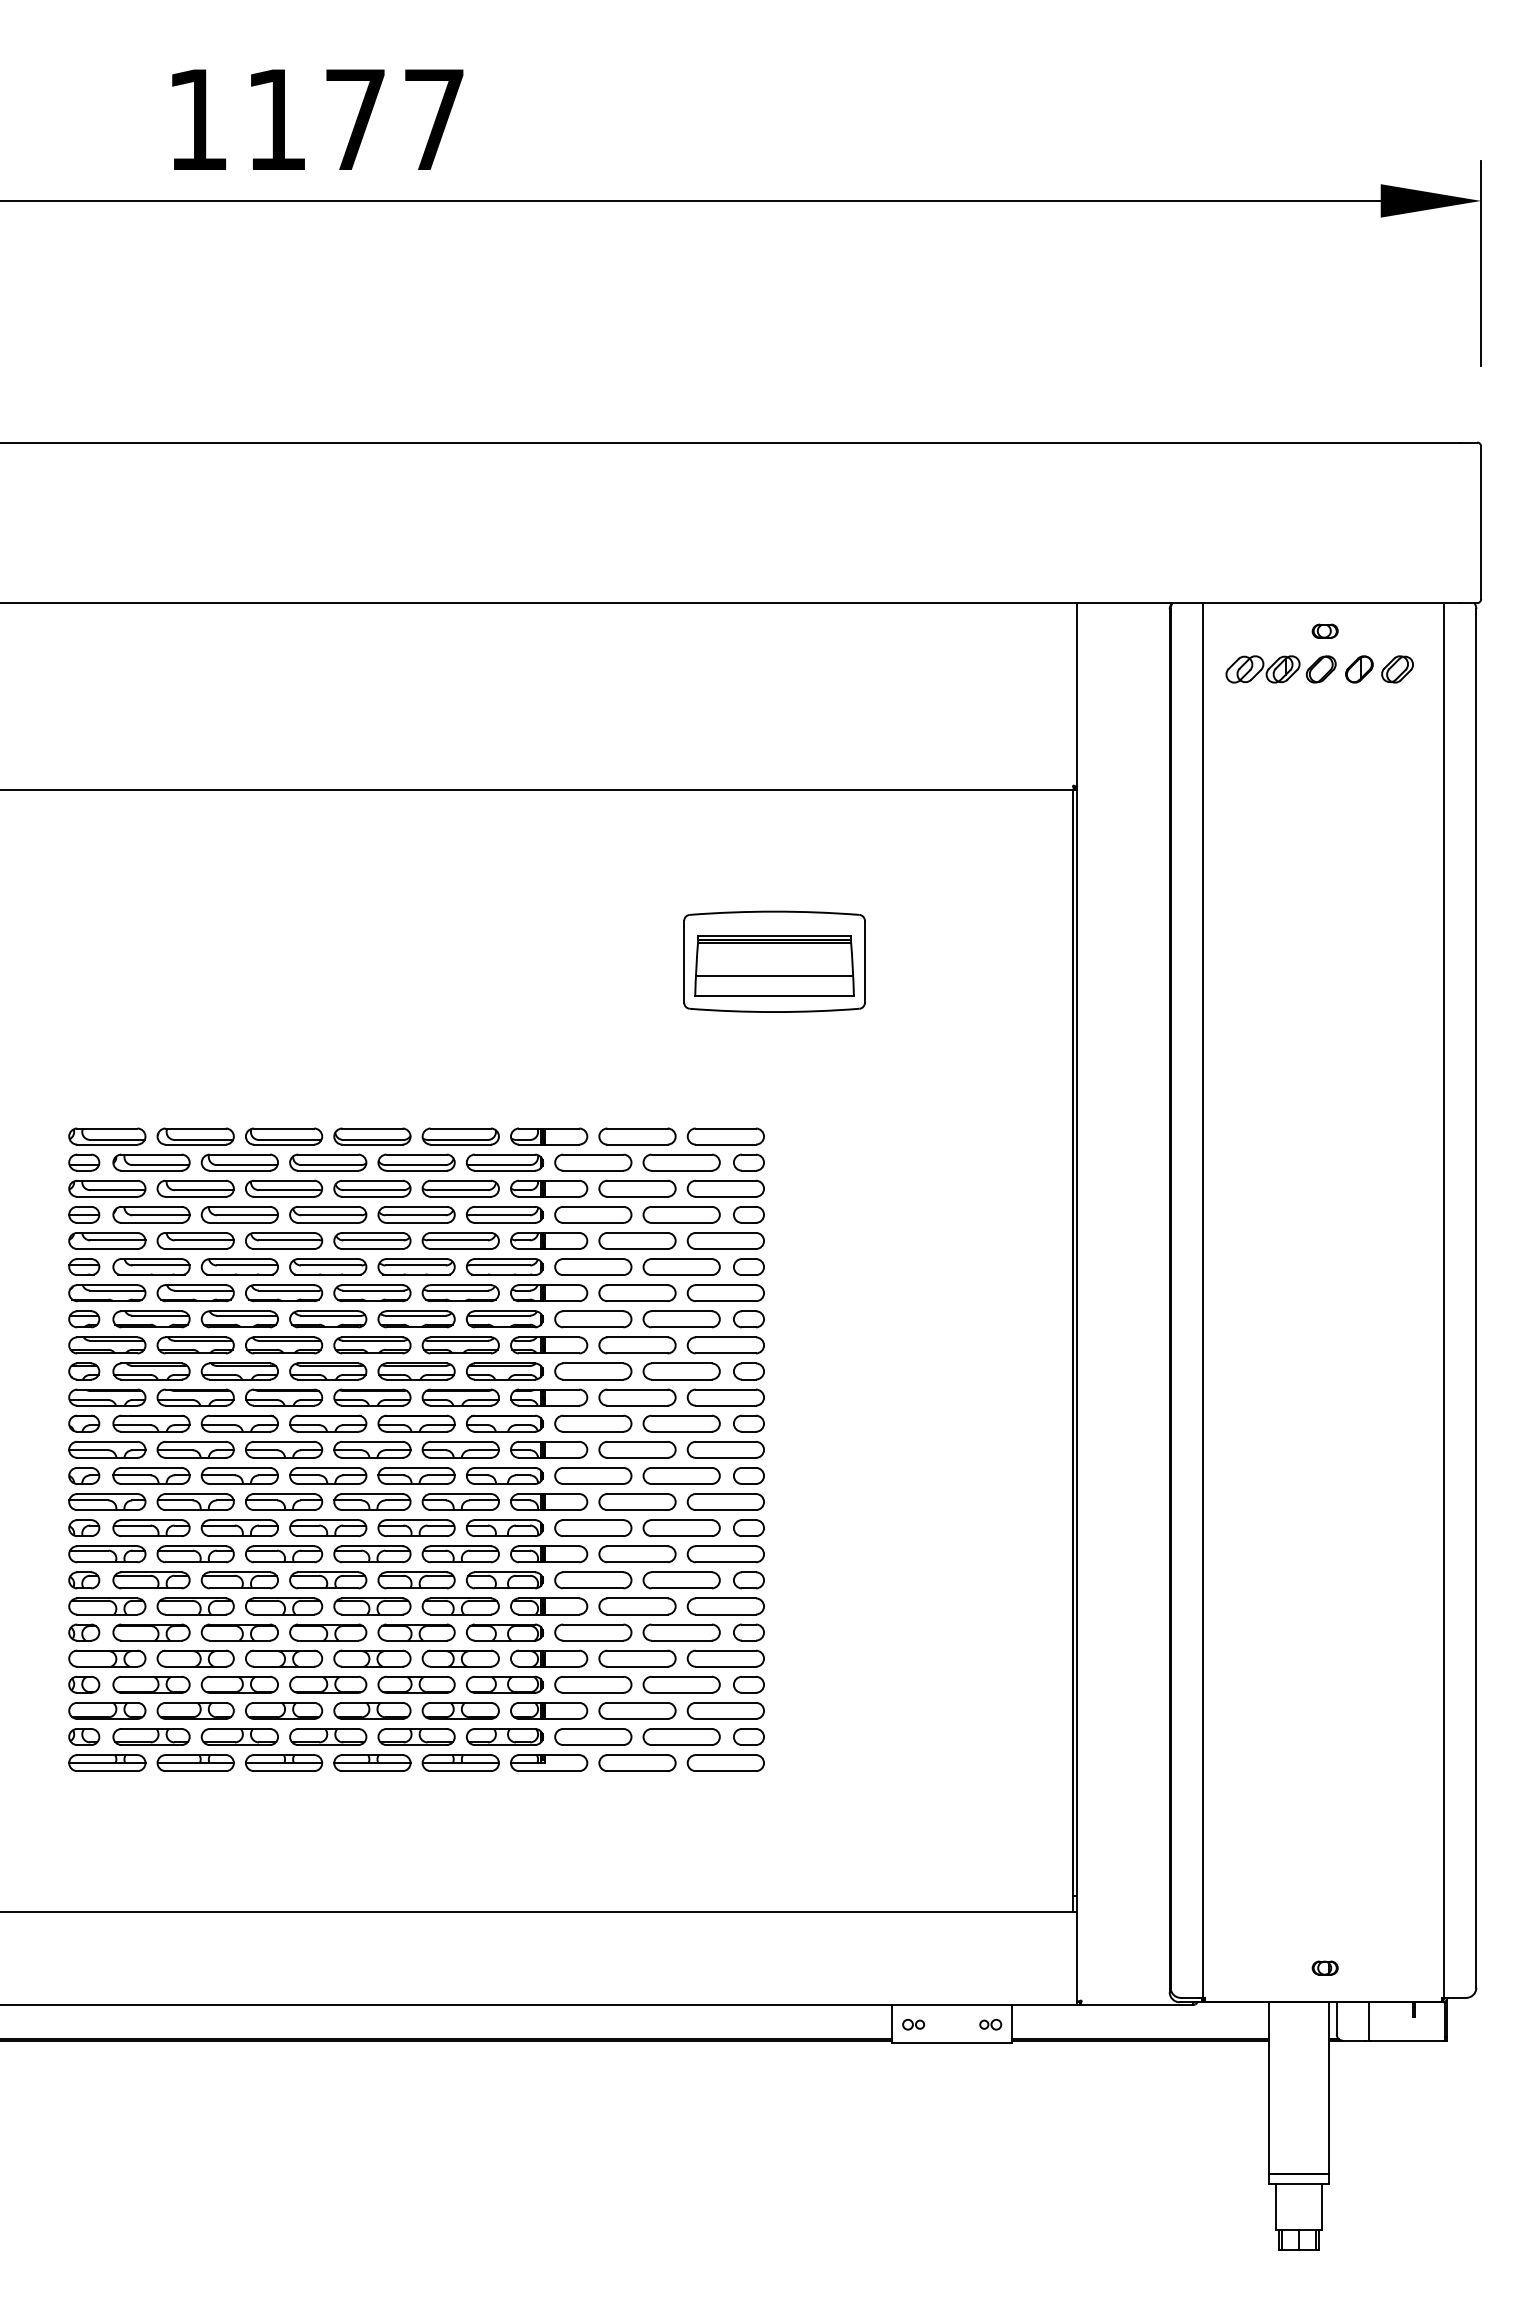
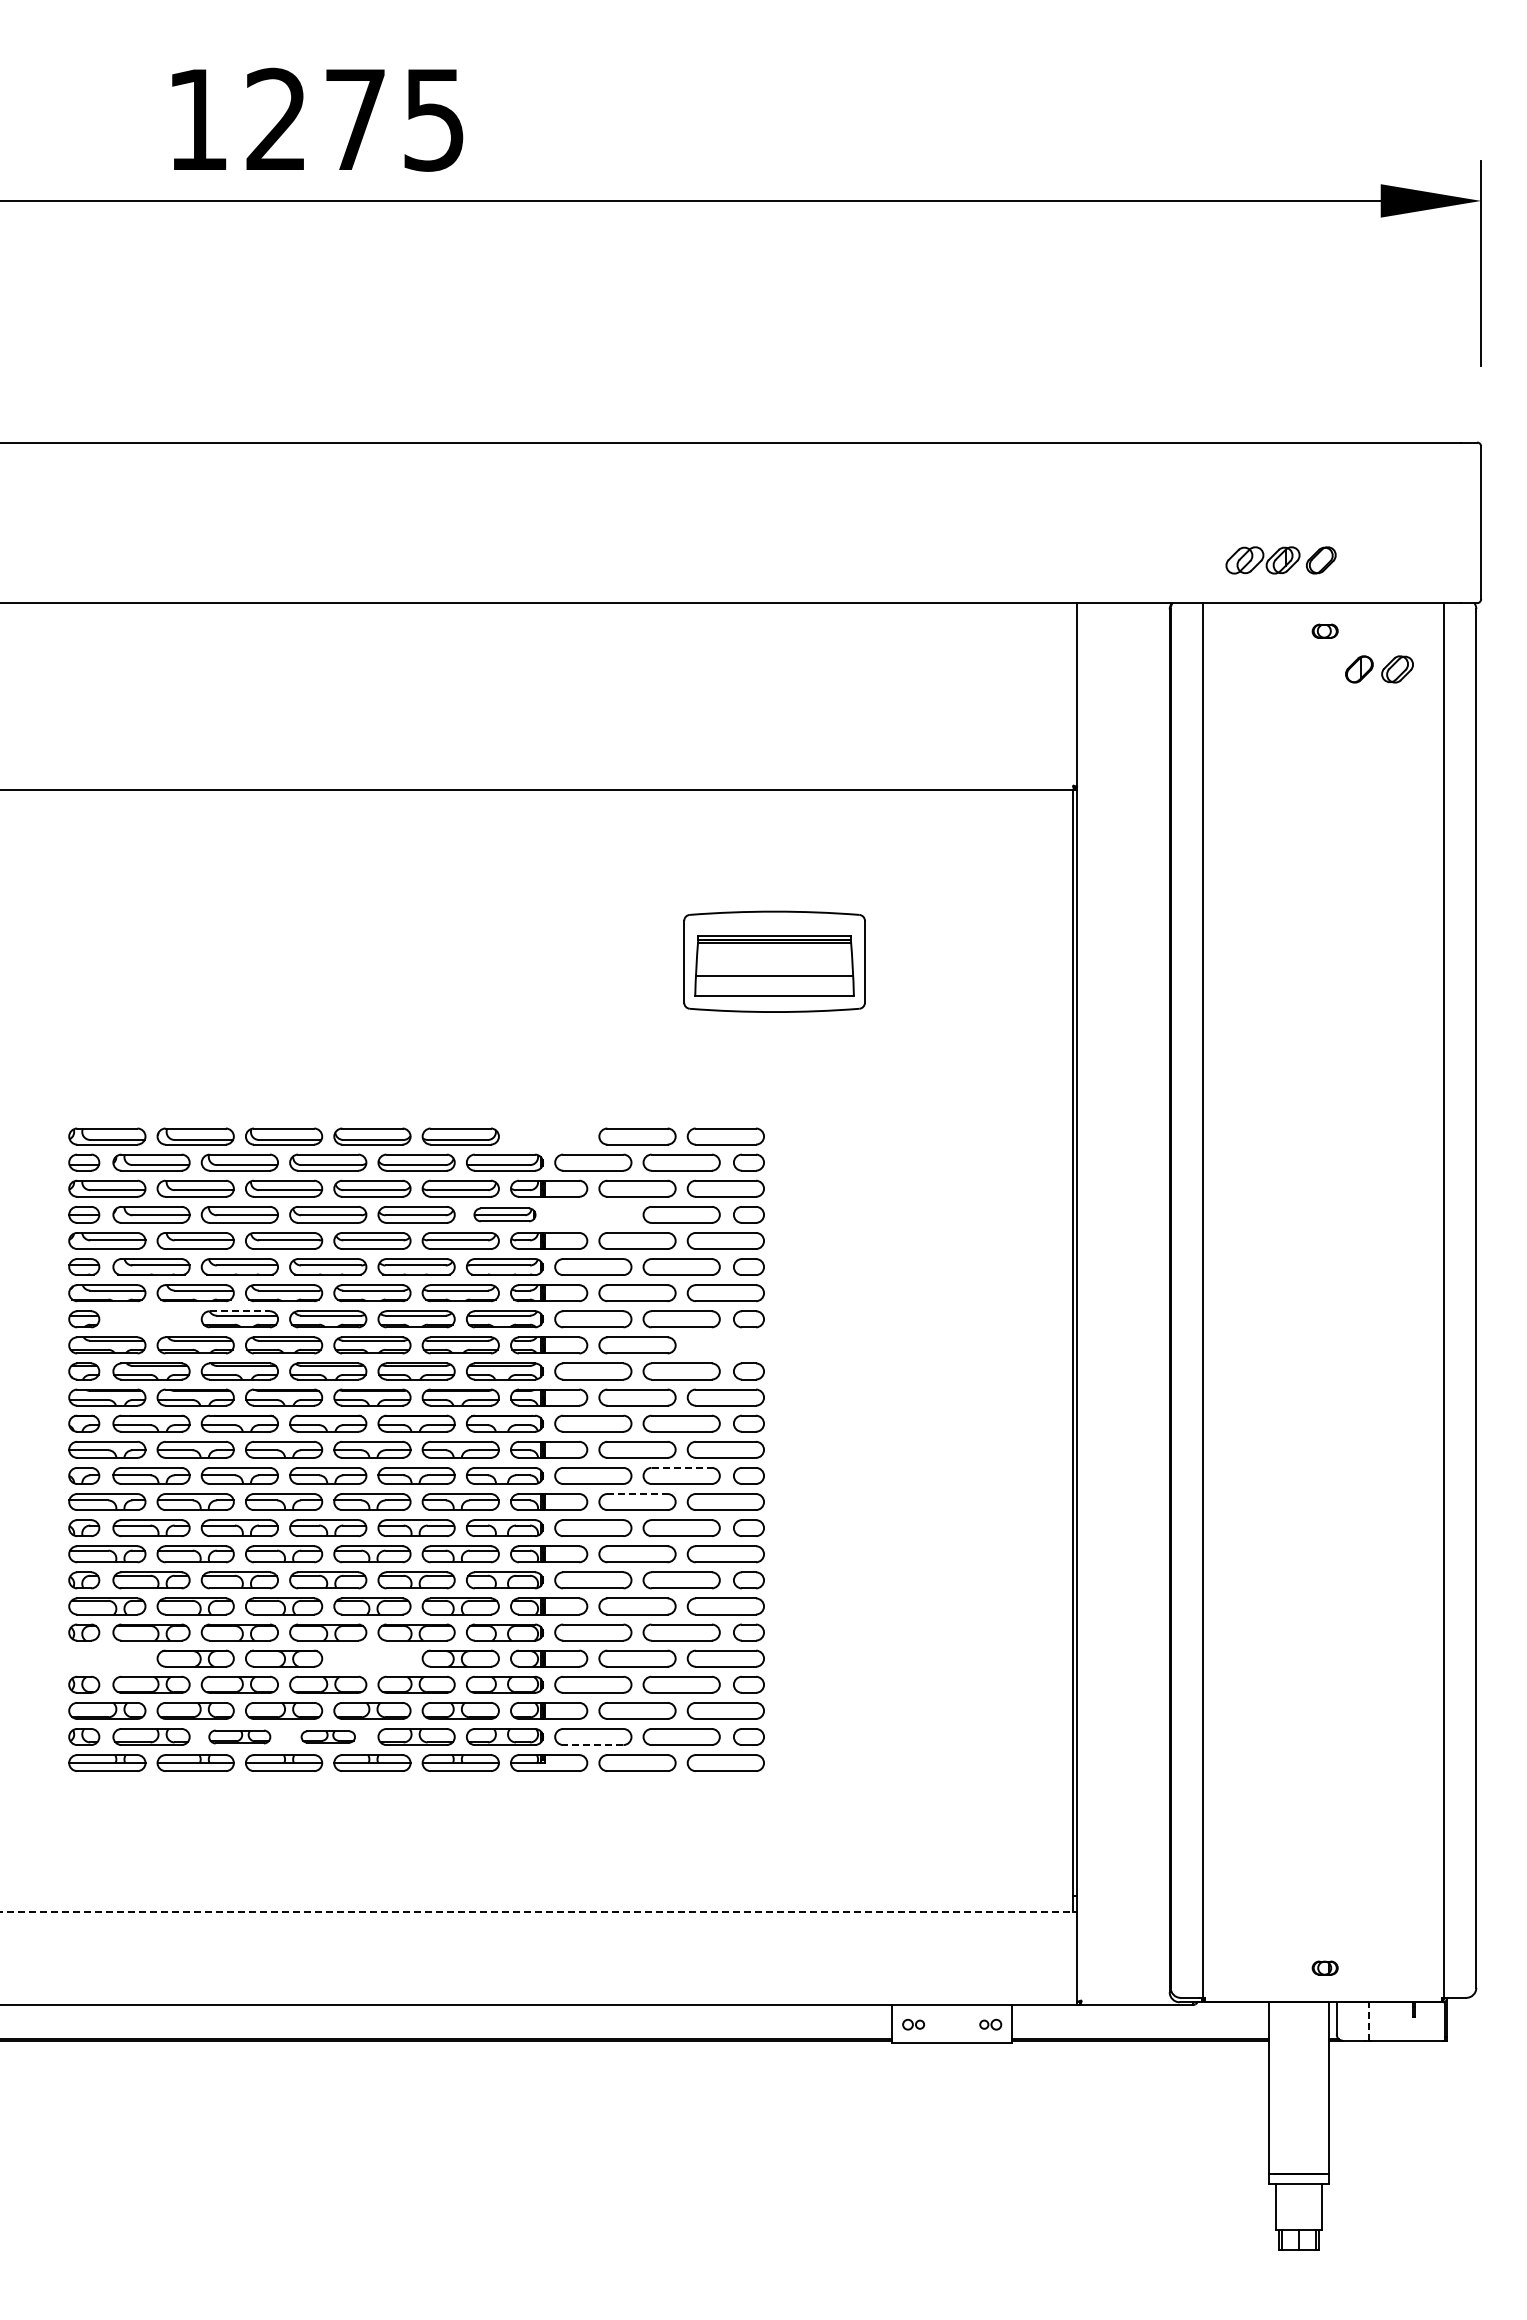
text at (354, 119): 1177 -> 1275
part at (1280, 669) position: (1280, 669) -> (1280, 560)
part at (549, 1136): present -> none
part at (504, 1214) size: 78x18 px -> 64x16 px
part at (593, 1214): present -> none
line at (240, 1311): solid -> dashed
part at (151, 1319): present -> none
part at (725, 1345): present -> none
line at (682, 1467): solid -> dashed
line at (638, 1494): solid -> dashed
part at (107, 1658): present -> none
part at (372, 1658): present -> none
part at (239, 1736) size: 79x18 px -> 64x16 px
part at (328, 1736) size: 79x18 px -> 56x14 px
line at (592, 1745): solid -> dashed
line at (539, 1911): solid -> dashed
line at (1369, 2020): solid -> dashed
